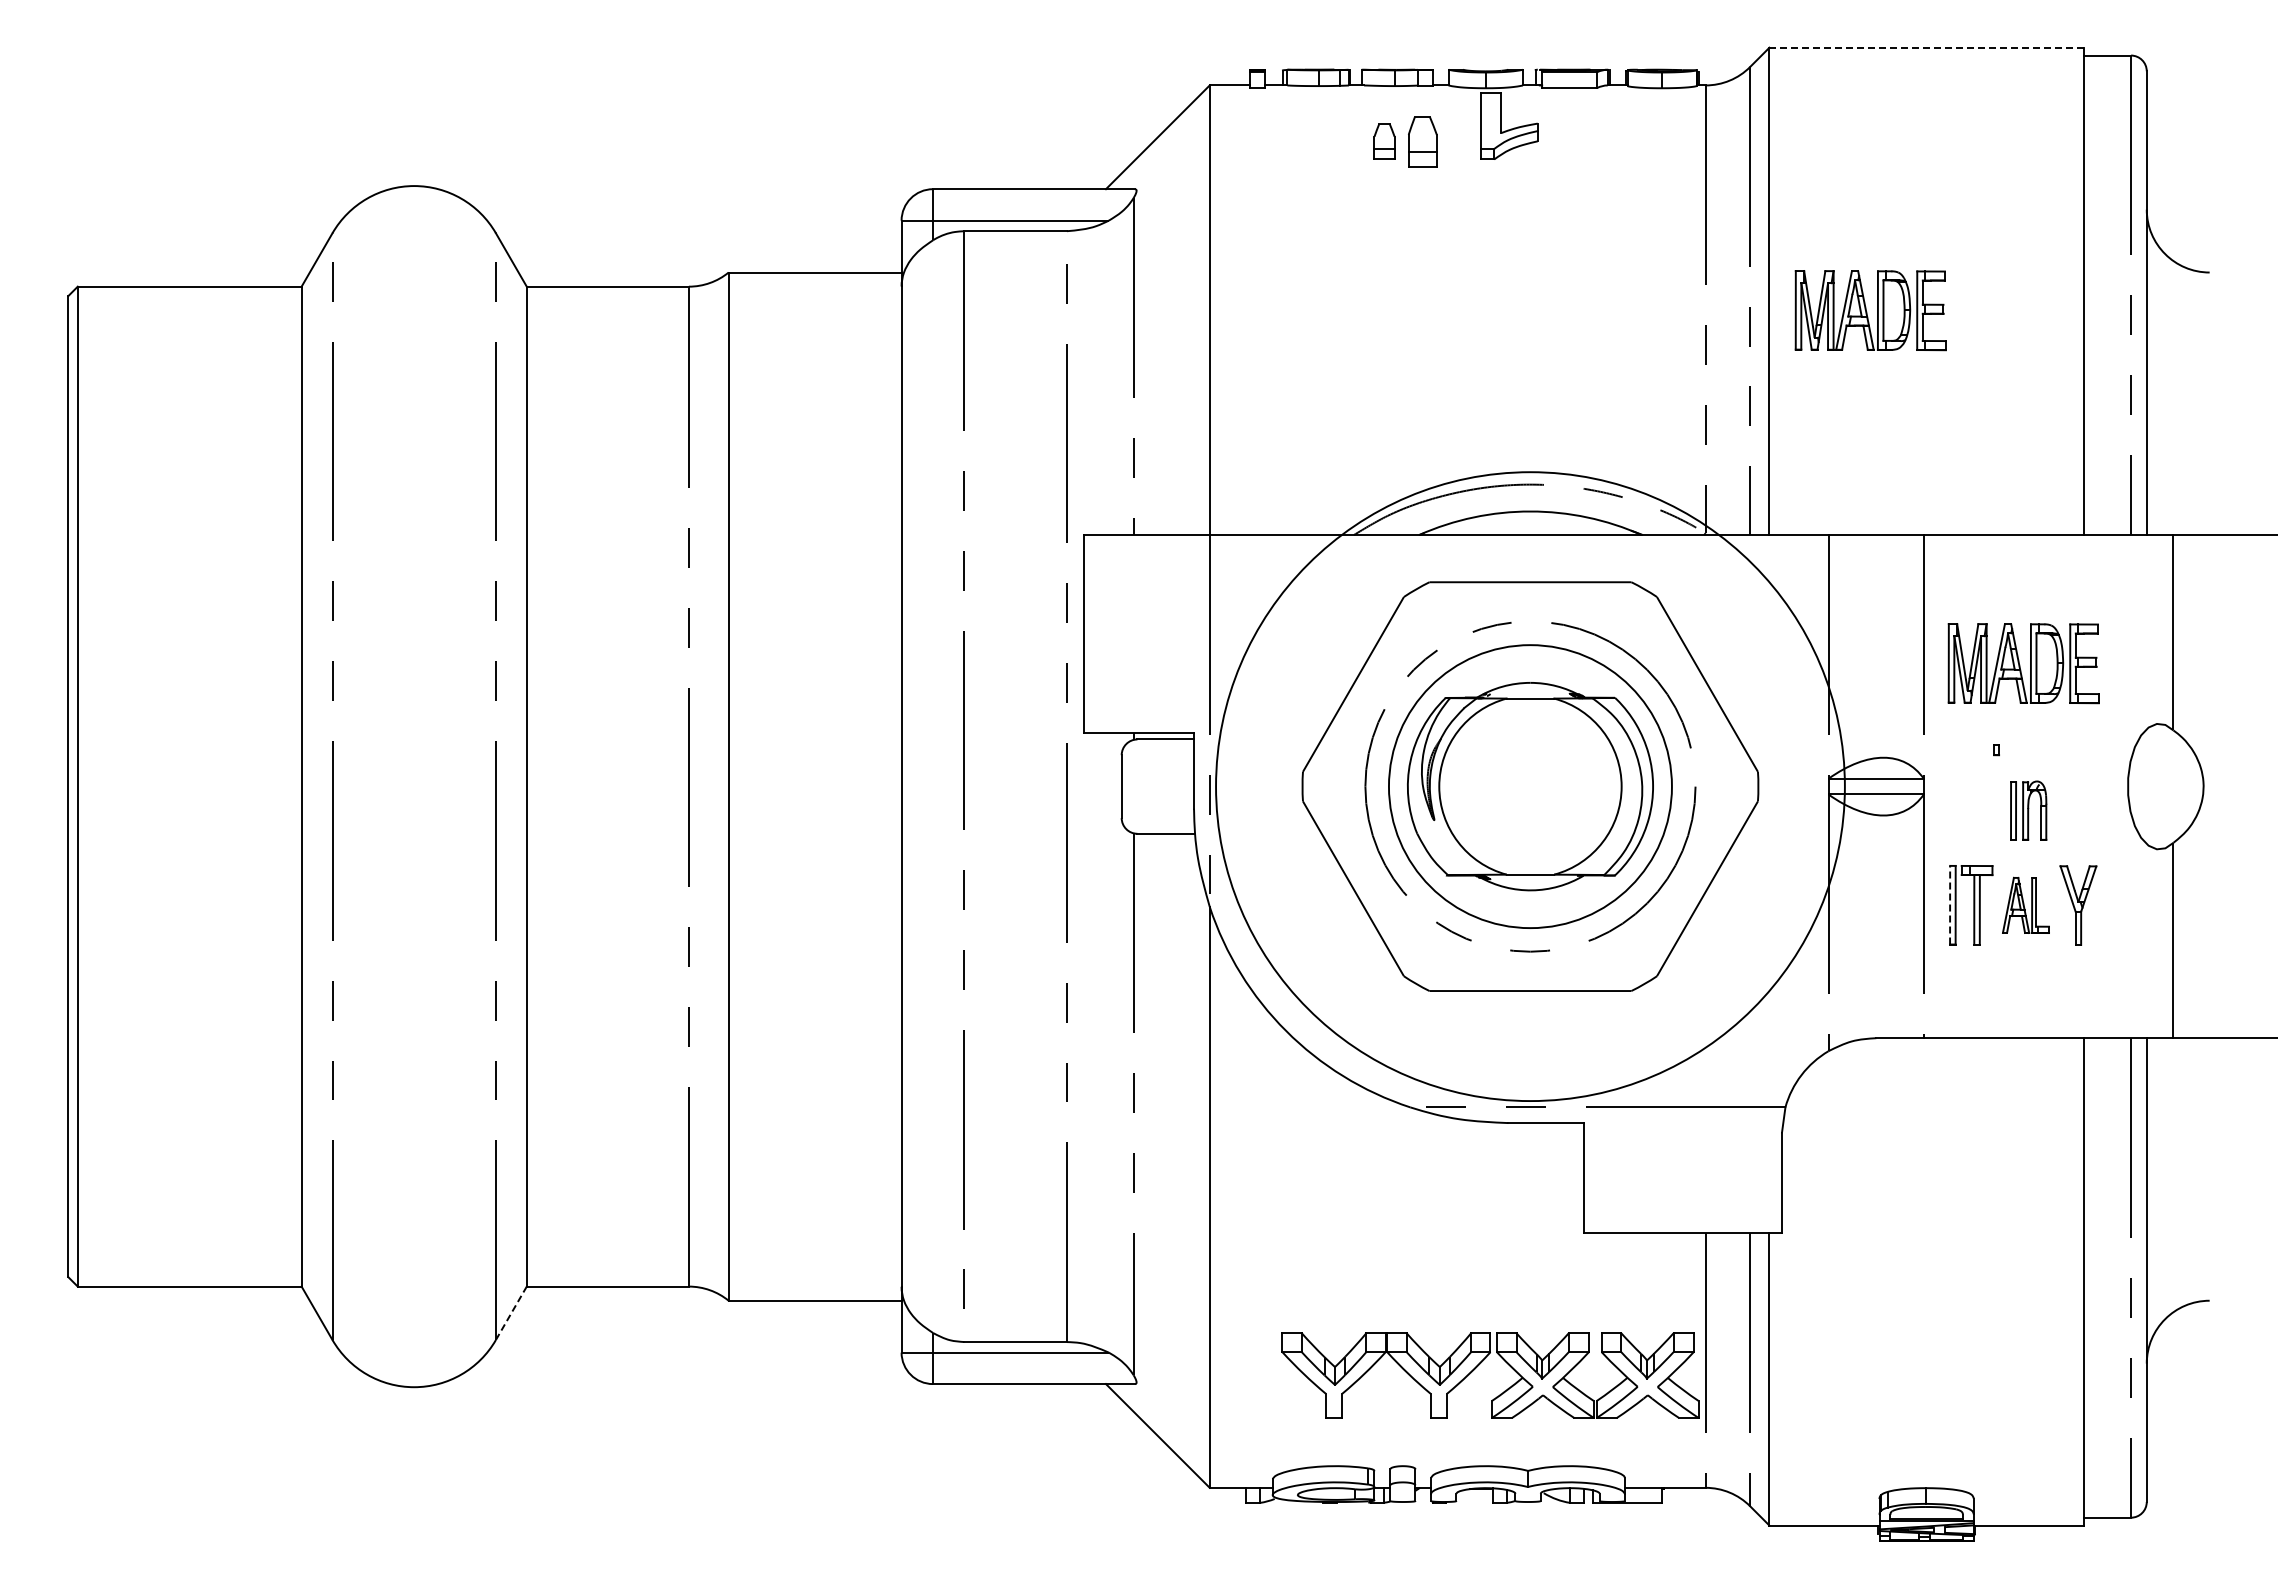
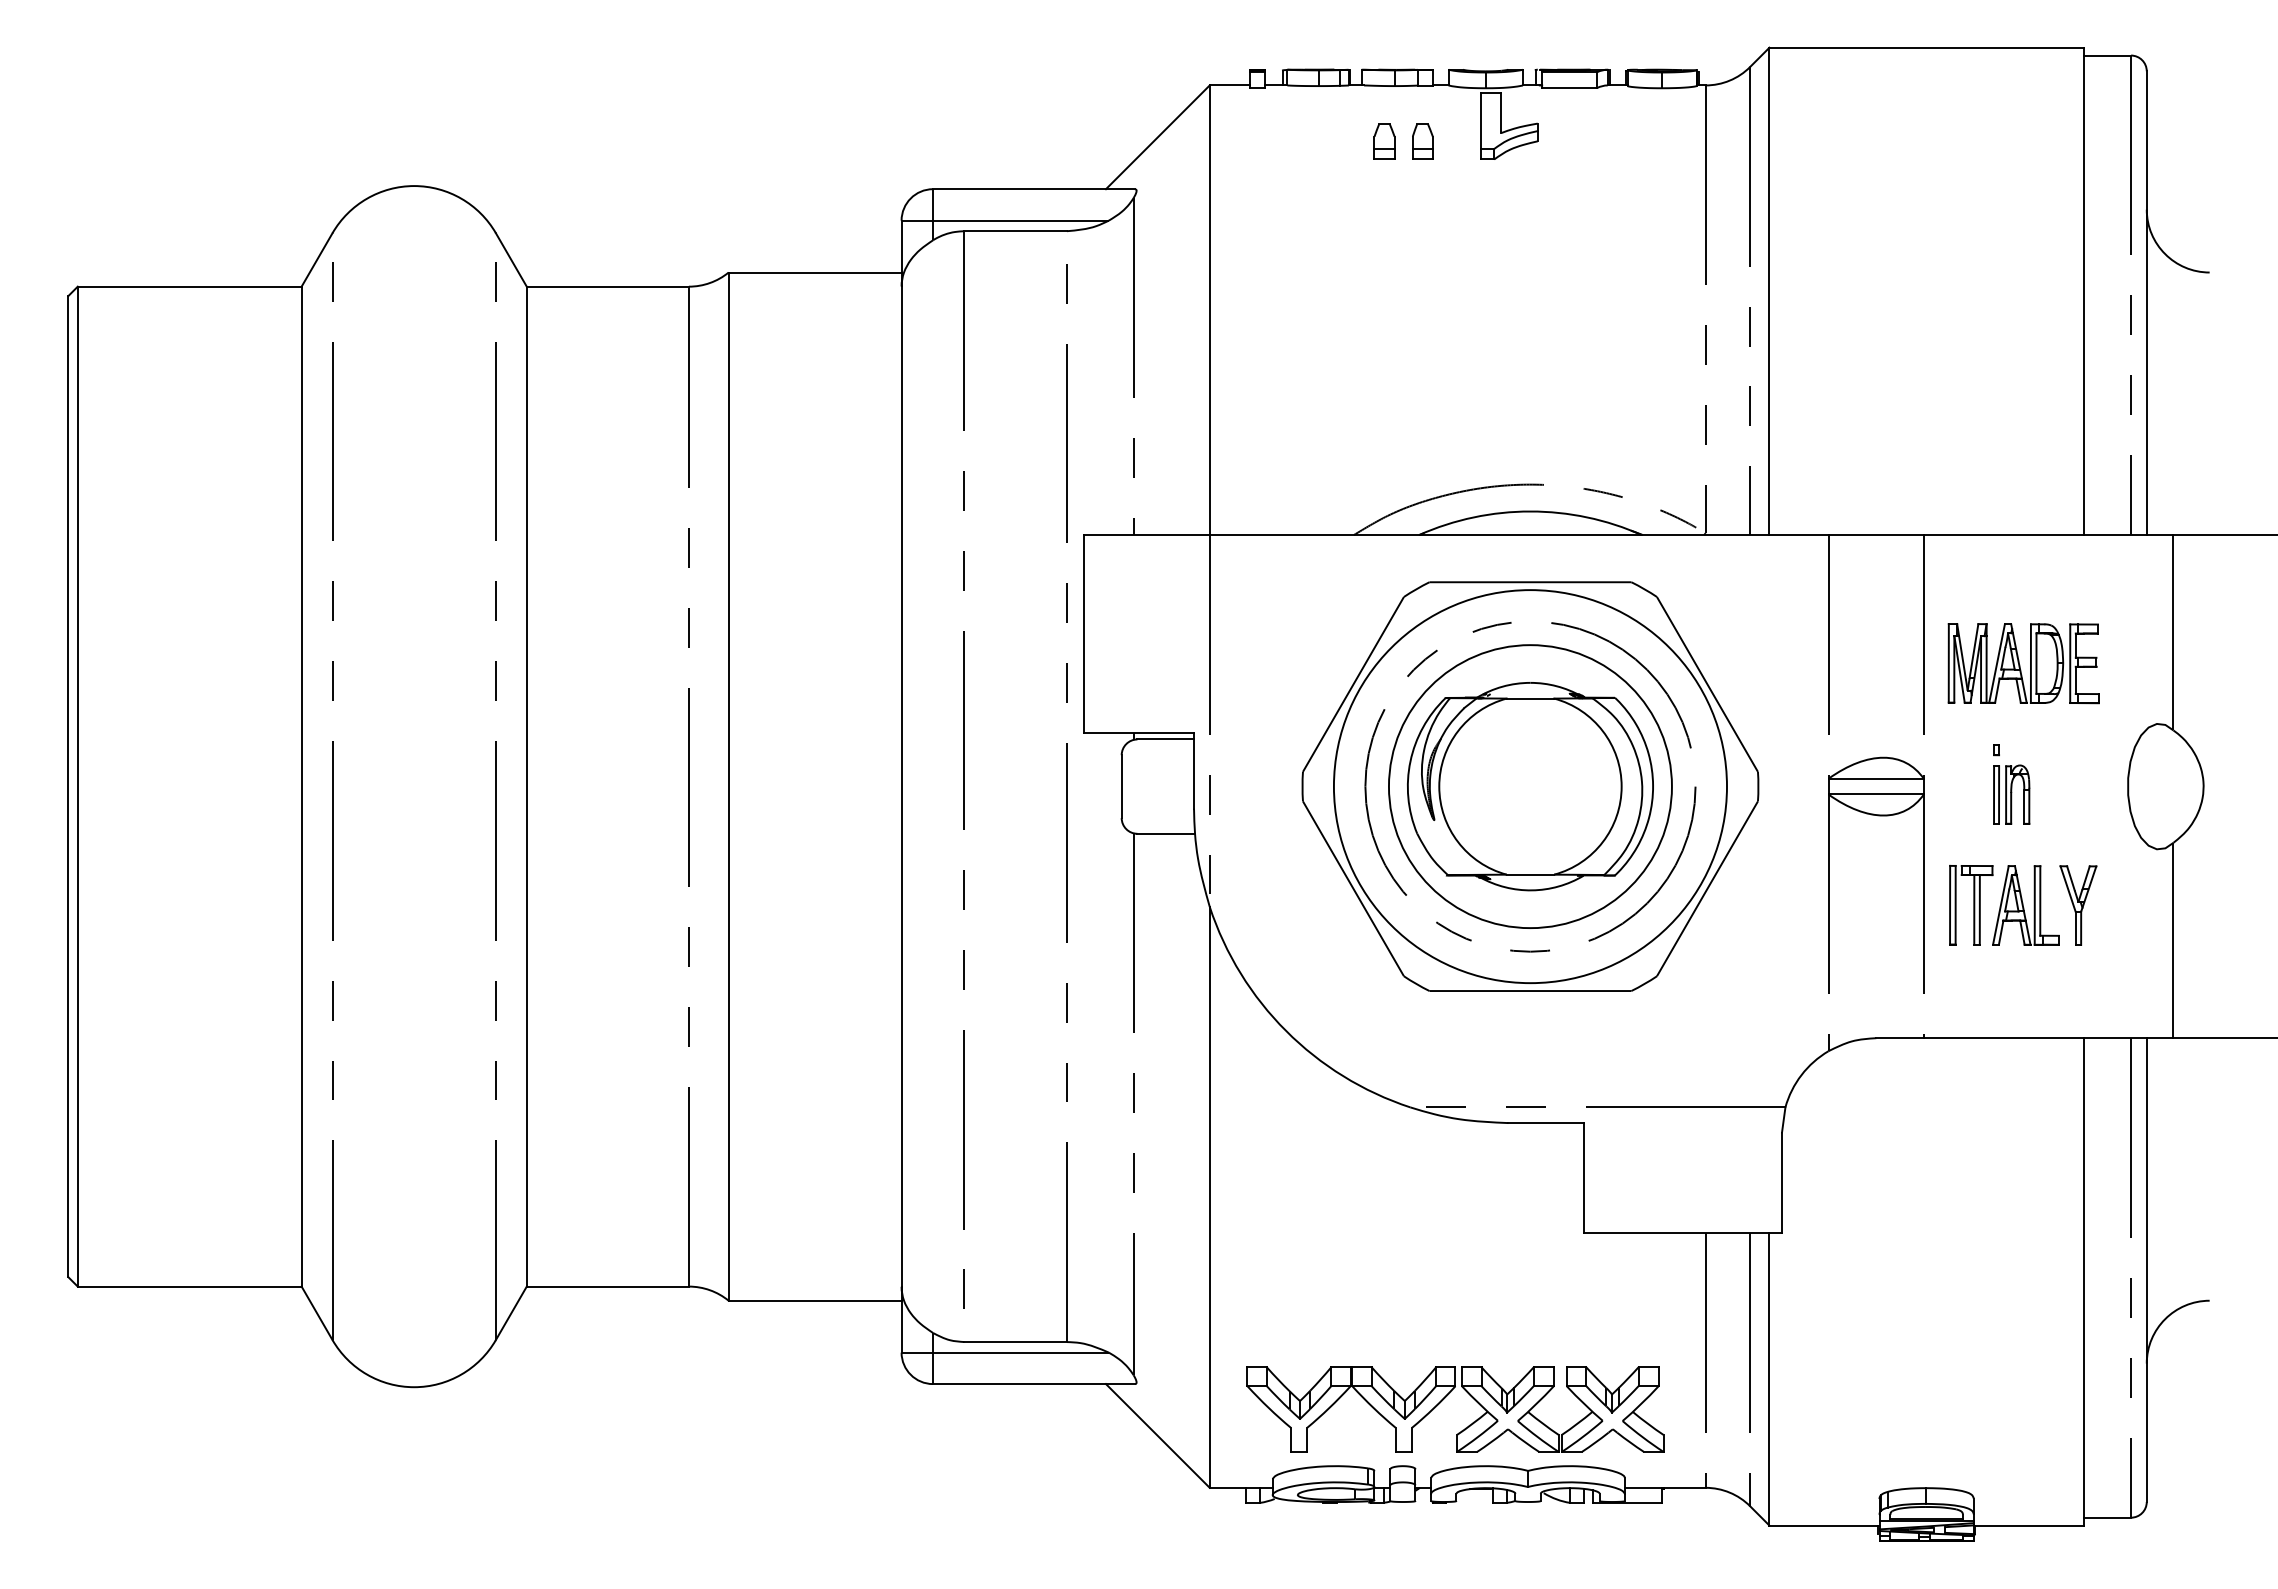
line at (1926, 47): dashed -> solid
part at (1422, 141) size: 30x52 px -> 22x37 px
part at (1870, 310): present -> none
circle at (1530, 786) diameter: 629 px -> 393 px
part at (2028, 810) position: (2028, 810) -> (2011, 794)
line at (1950, 904): dashed -> solid
part at (2025, 904) size: 48x58 px -> 68x81 px
line at (511, 1313): dashed -> solid
part at (1480, 1364) position: (1480, 1364) -> (1445, 1398)
